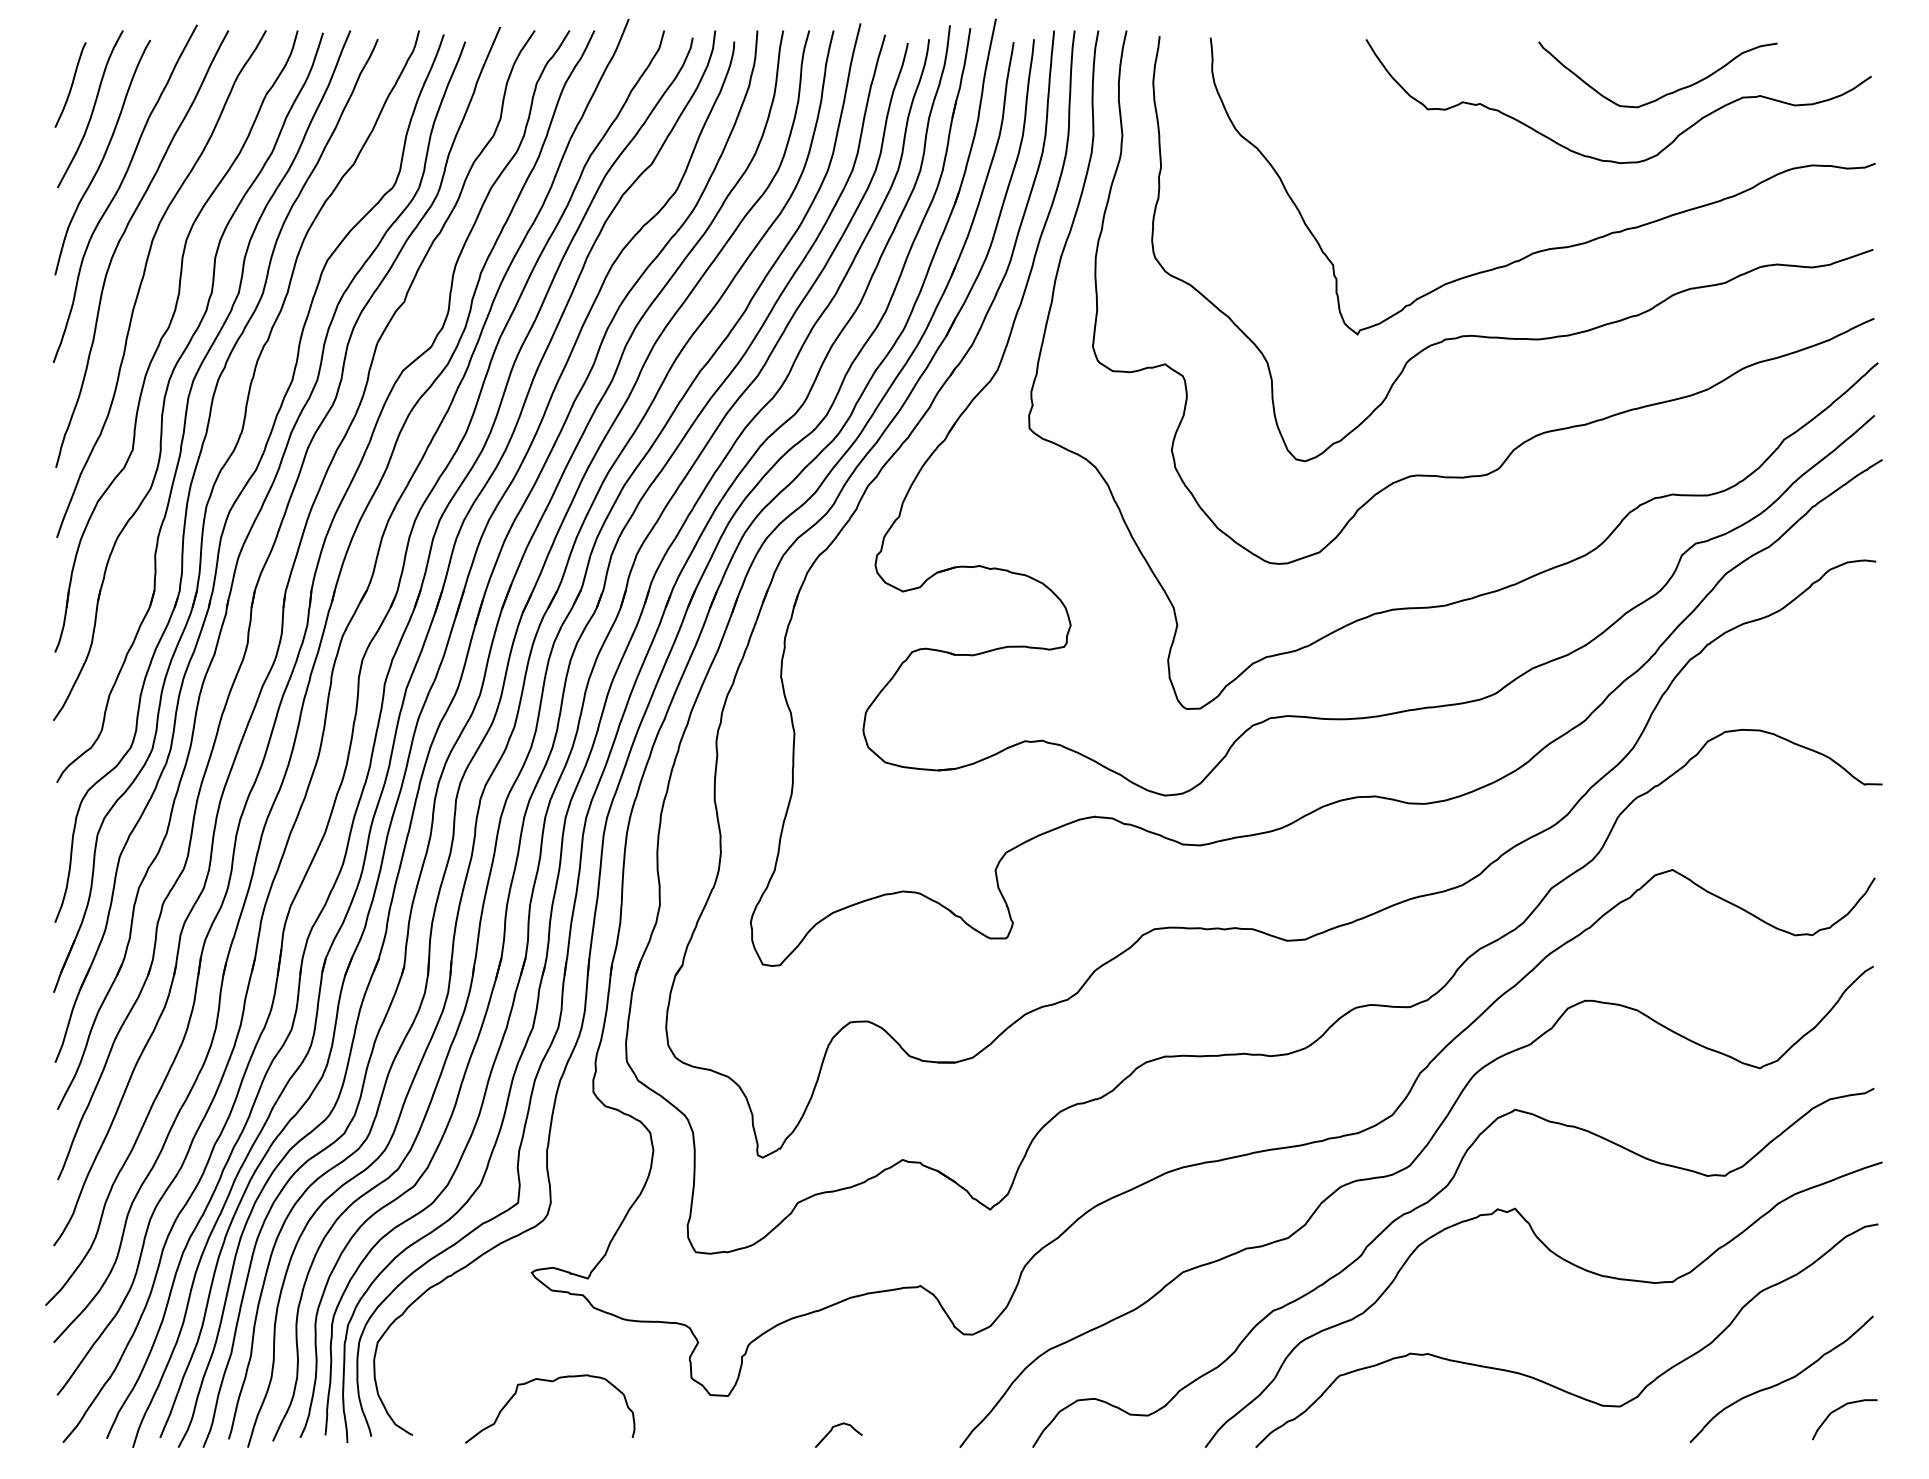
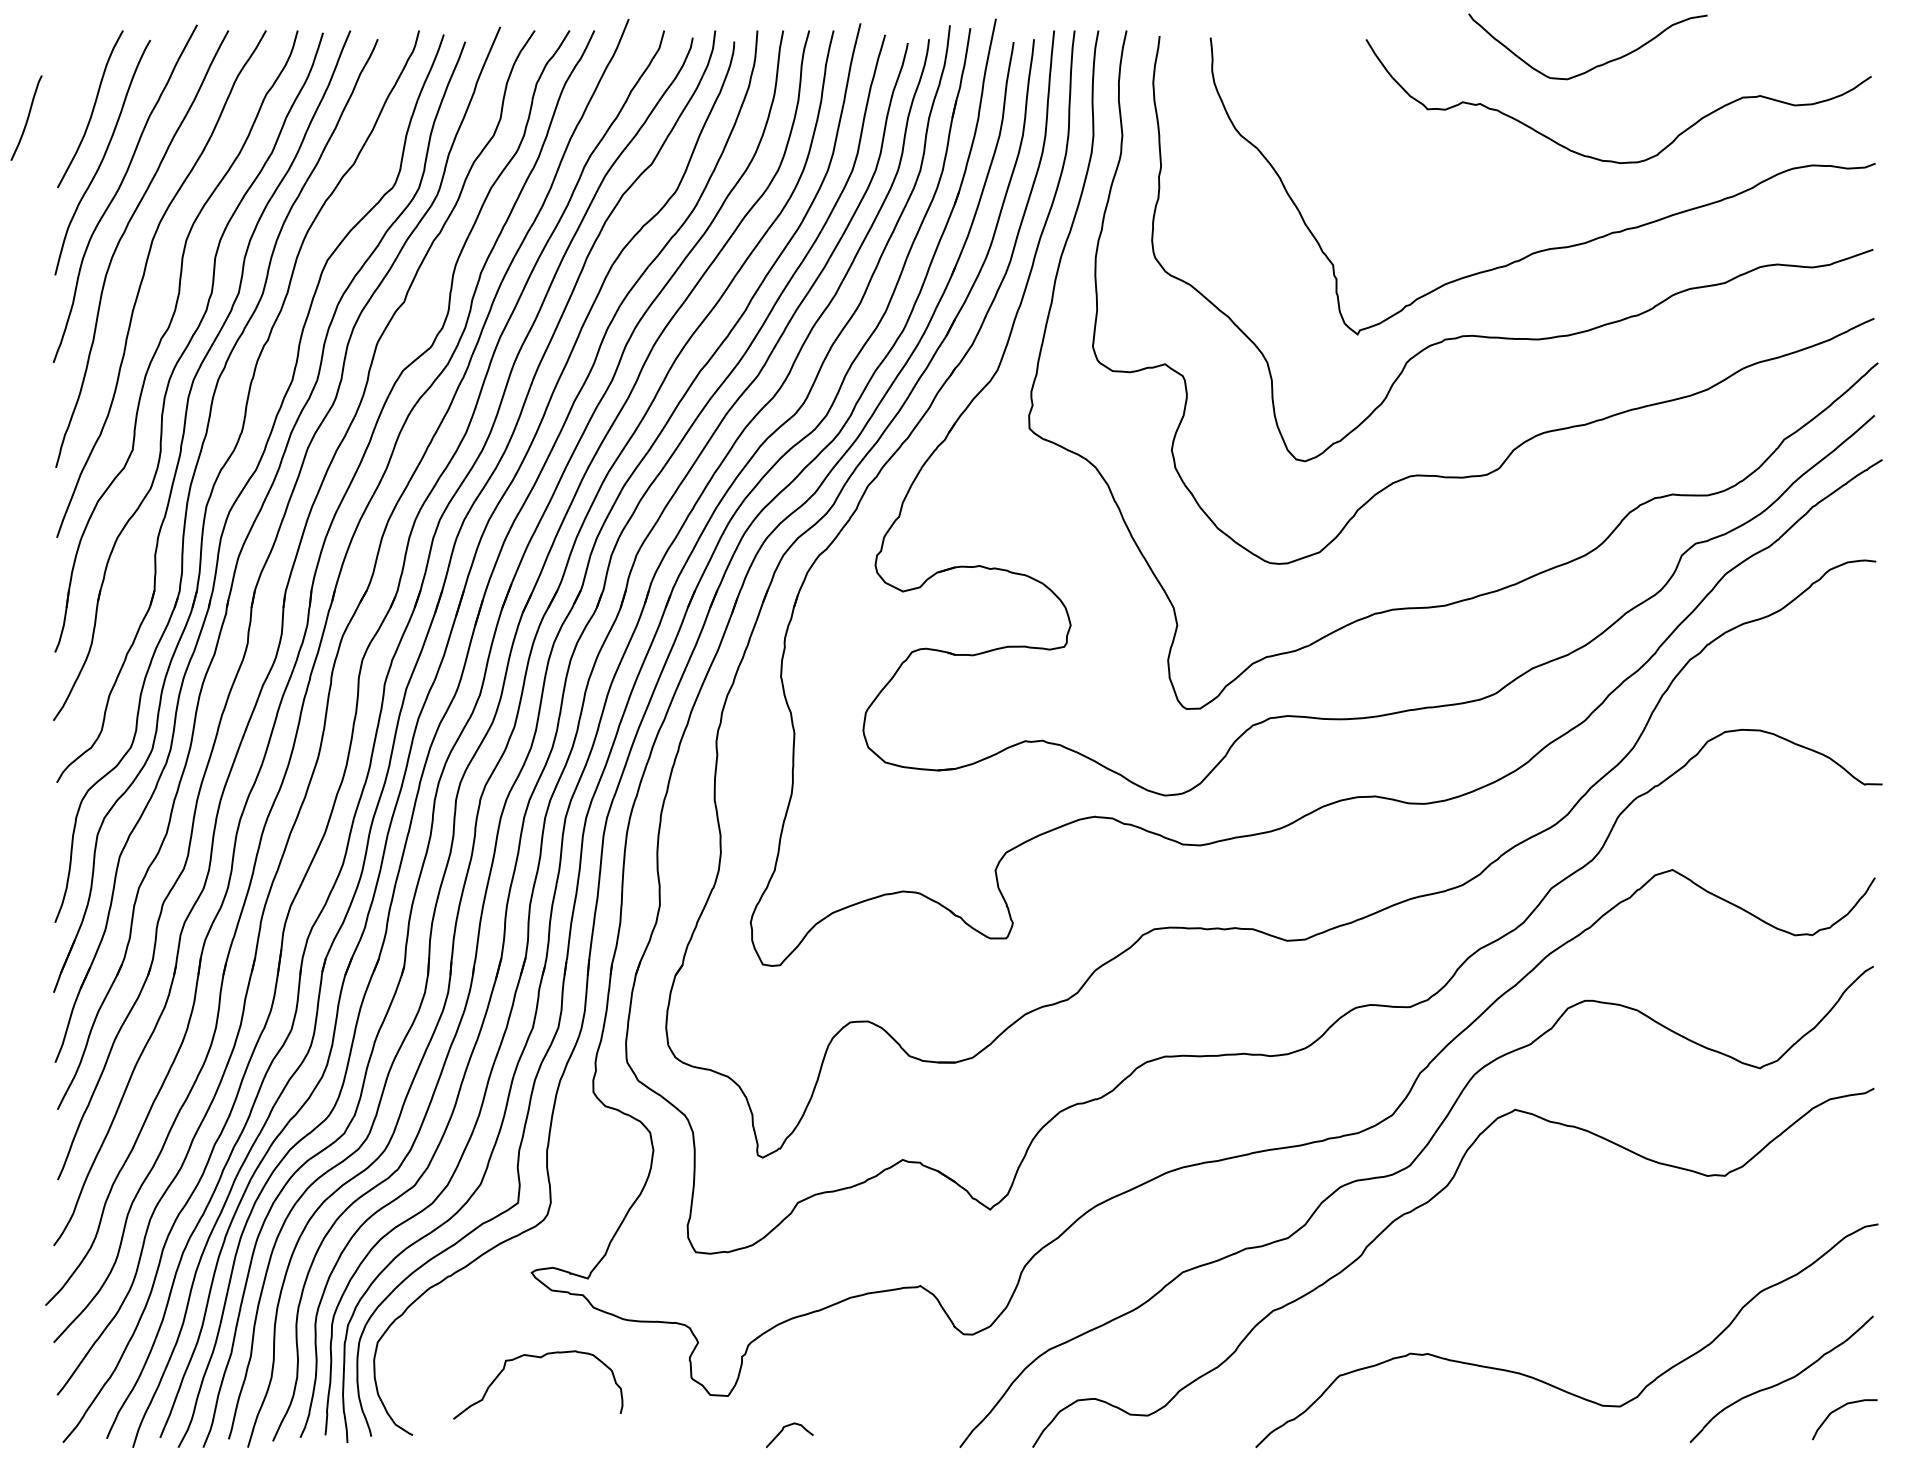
curve at (71, 84) position: (71, 84) -> (27, 117)
curve at (1666, 93) position: (1666, 93) -> (1596, 65)
curve at (1565, 1261): present -> none
curve at (551, 1382) position: (551, 1382) -> (539, 1358)
curve at (832, 1430) position: (832, 1430) -> (783, 1430)
